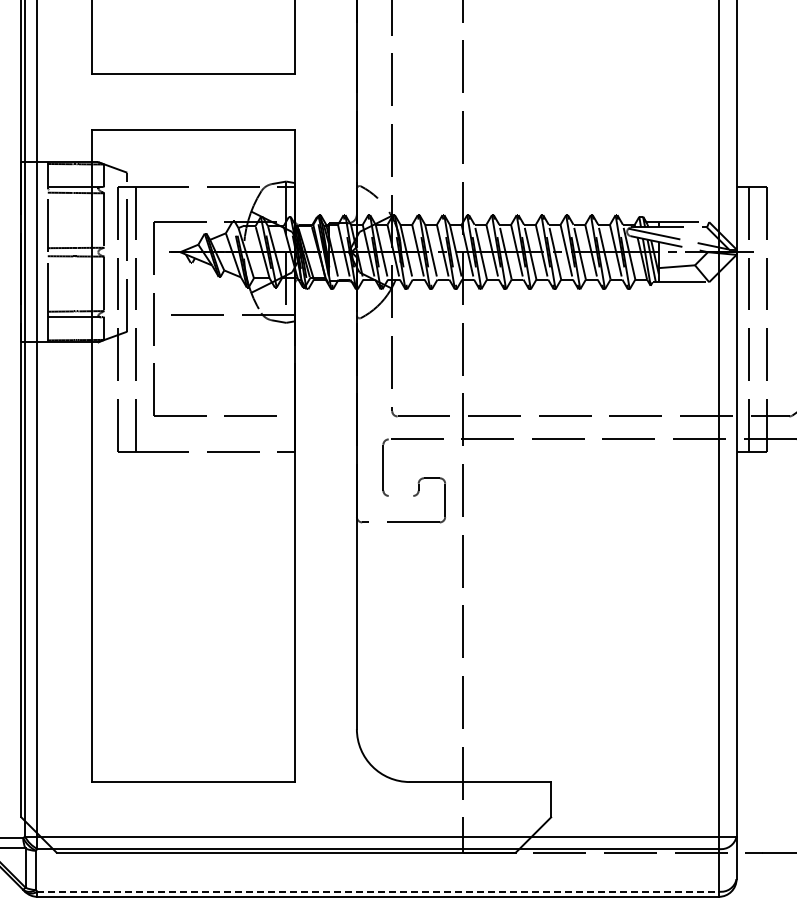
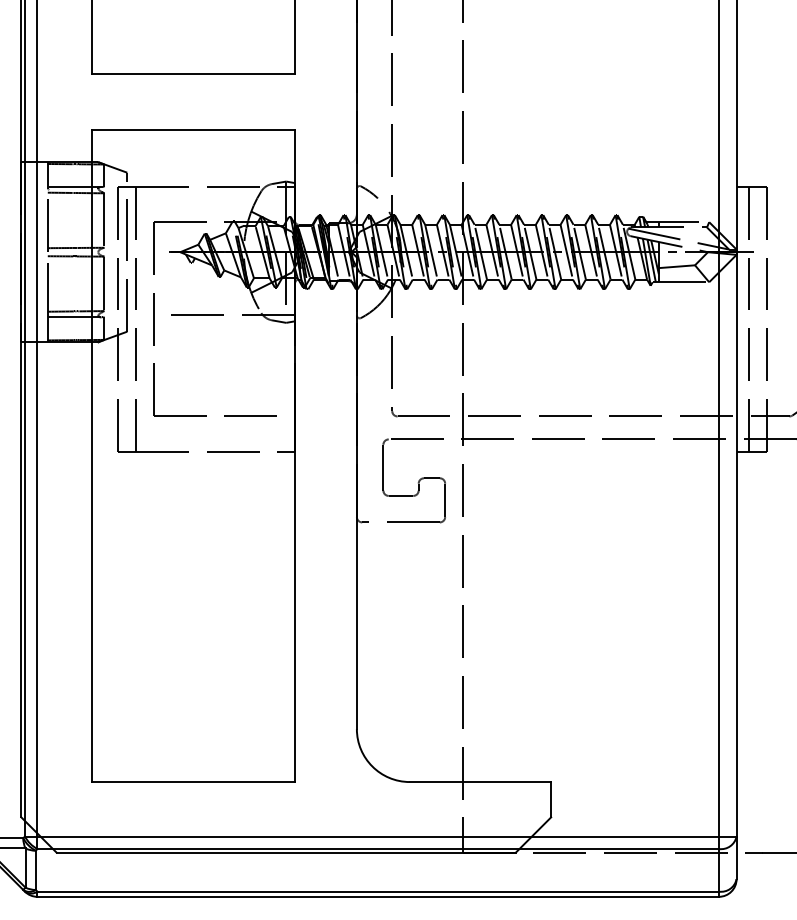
line at (400, 495): none -> present
line at (378, 891): dashed -> solid
